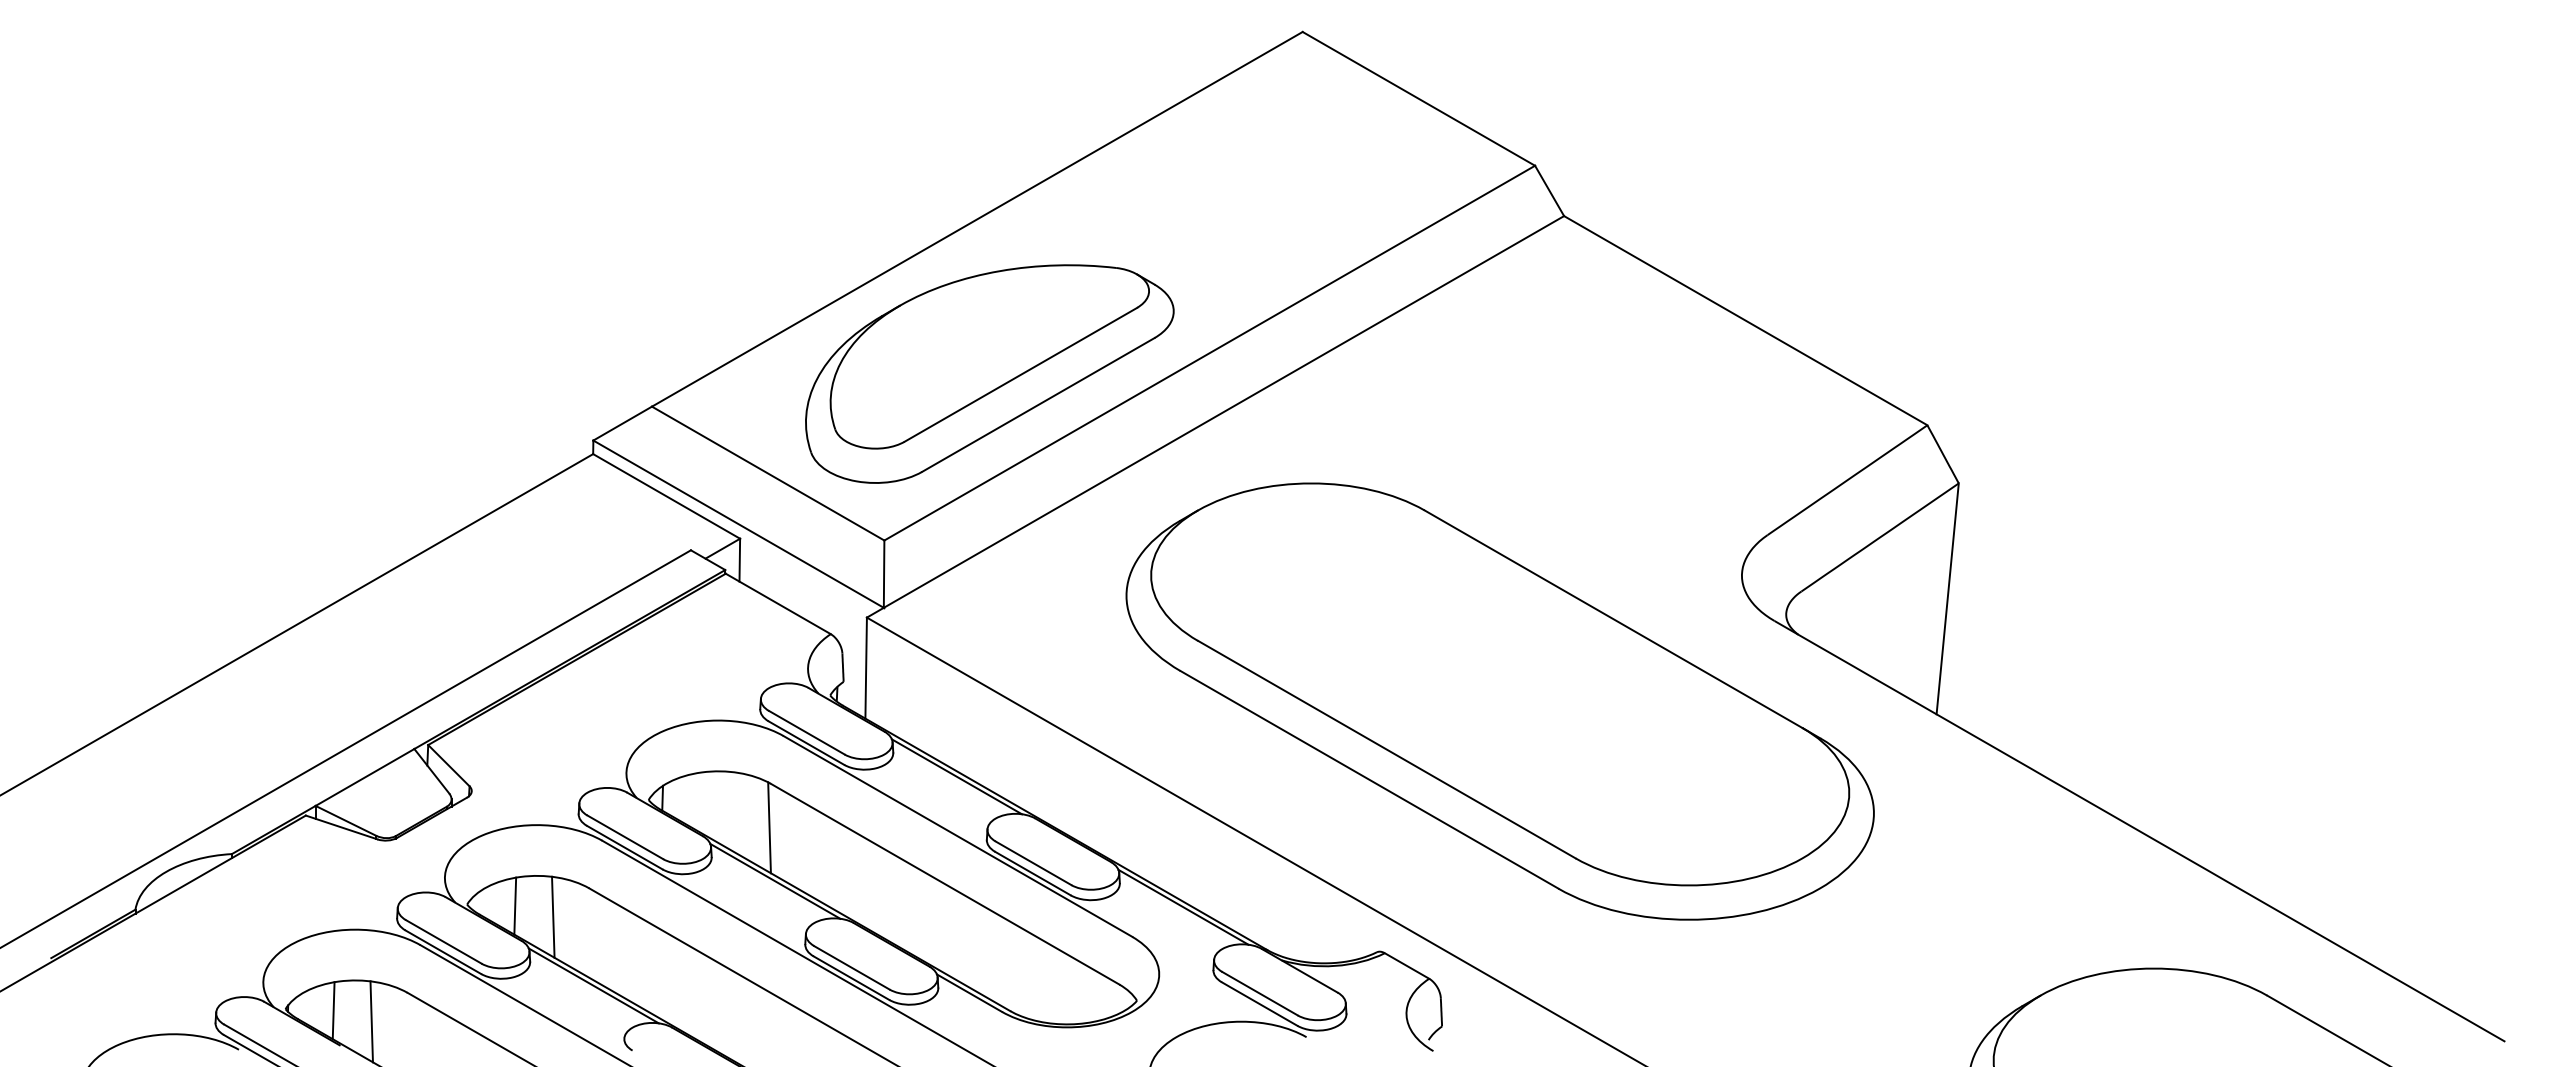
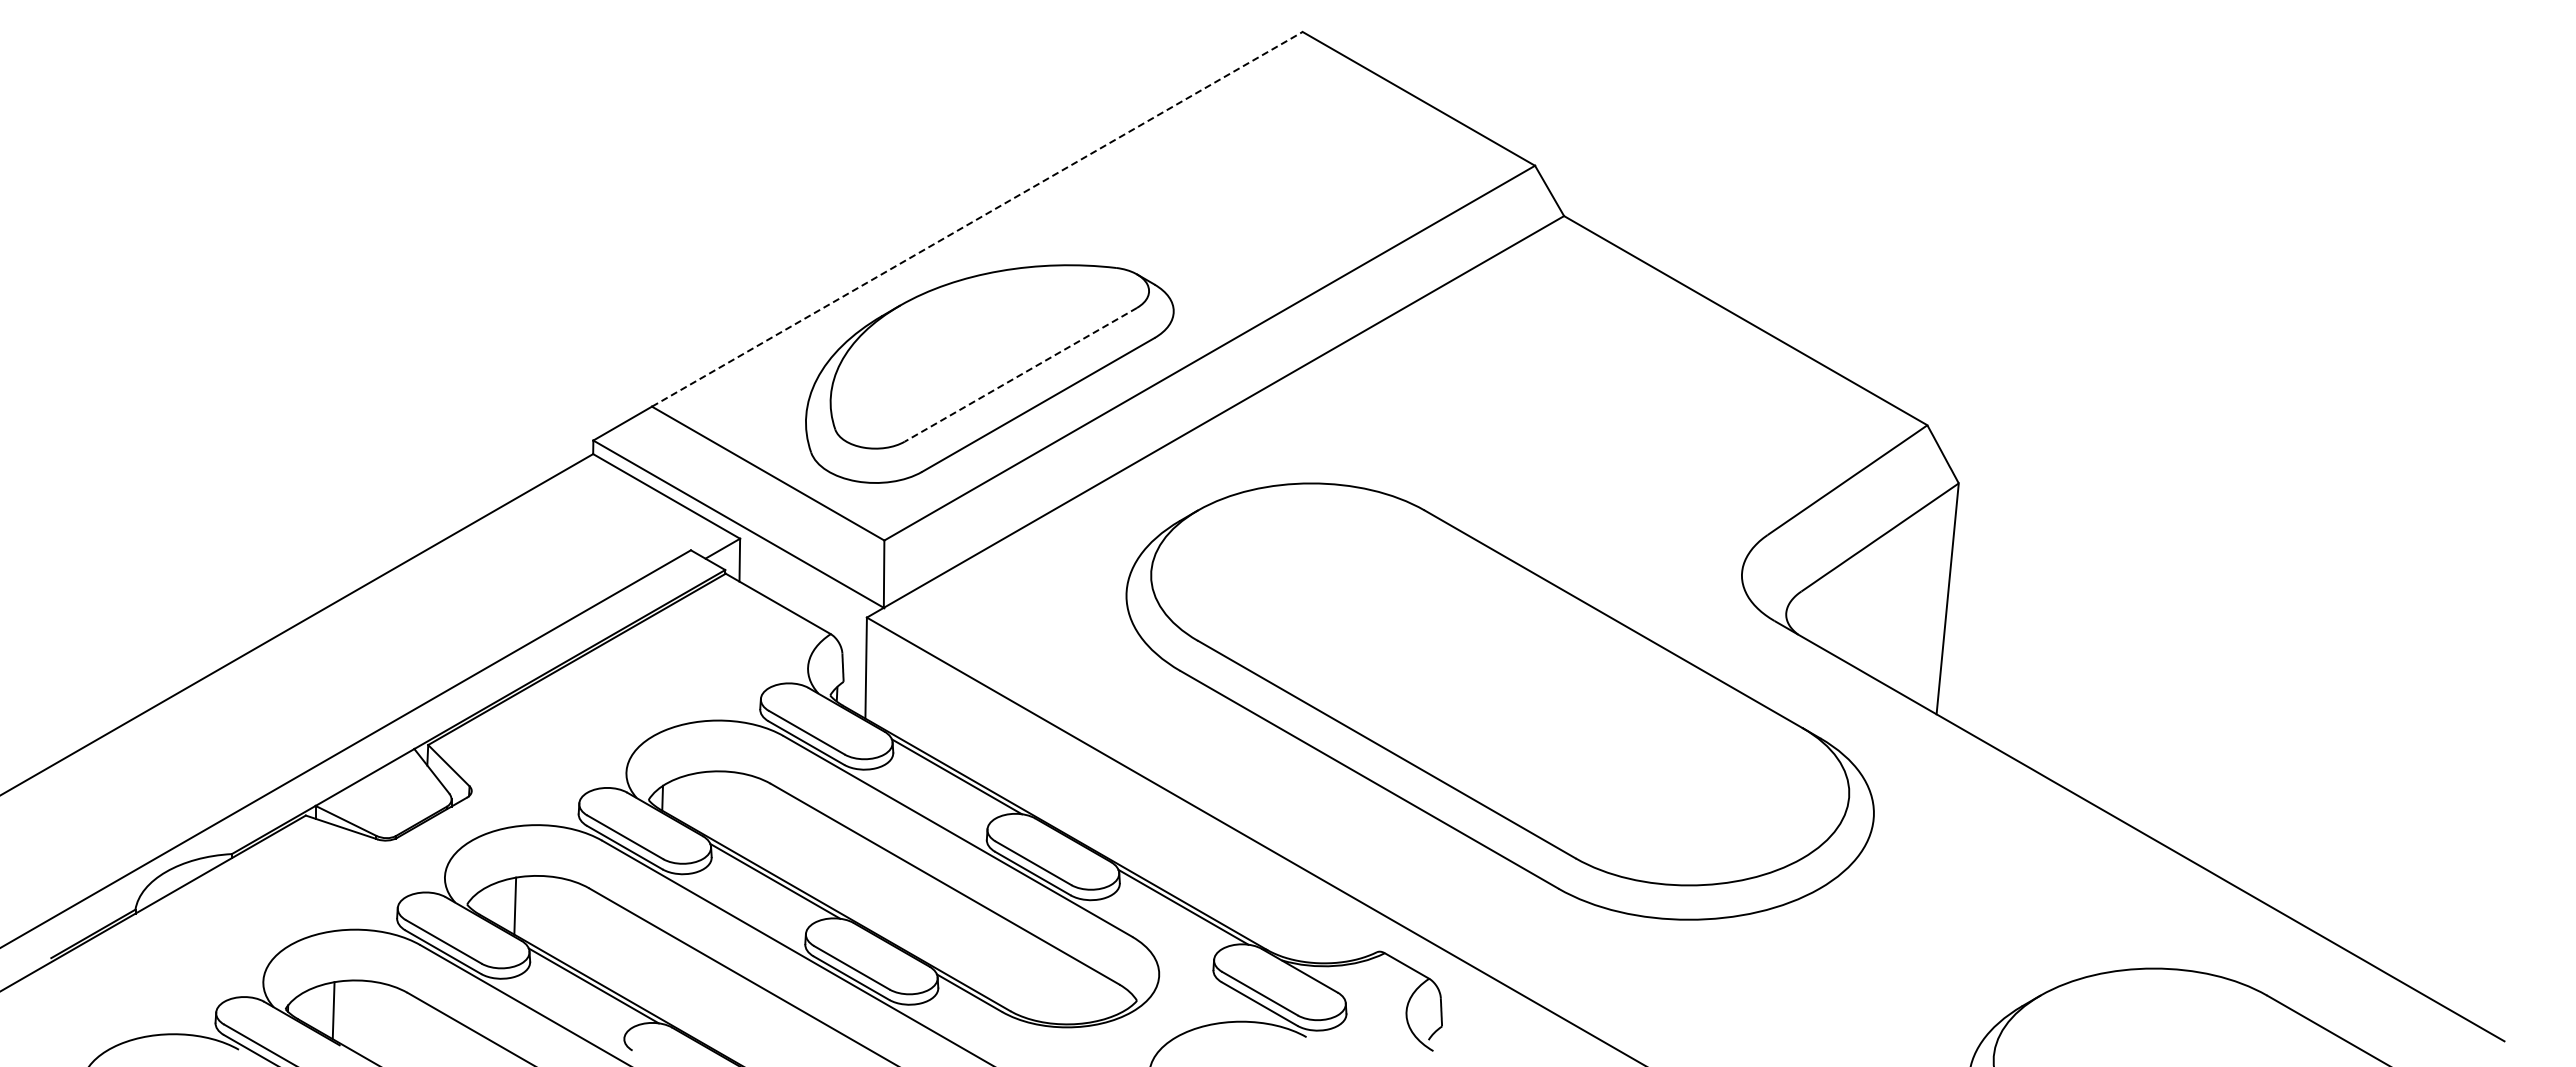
line at (977, 219): solid -> dashed
line at (1020, 375): solid -> dashed
line at (769, 827): present -> none
line at (553, 916): present -> none
line at (371, 1021): present -> none
